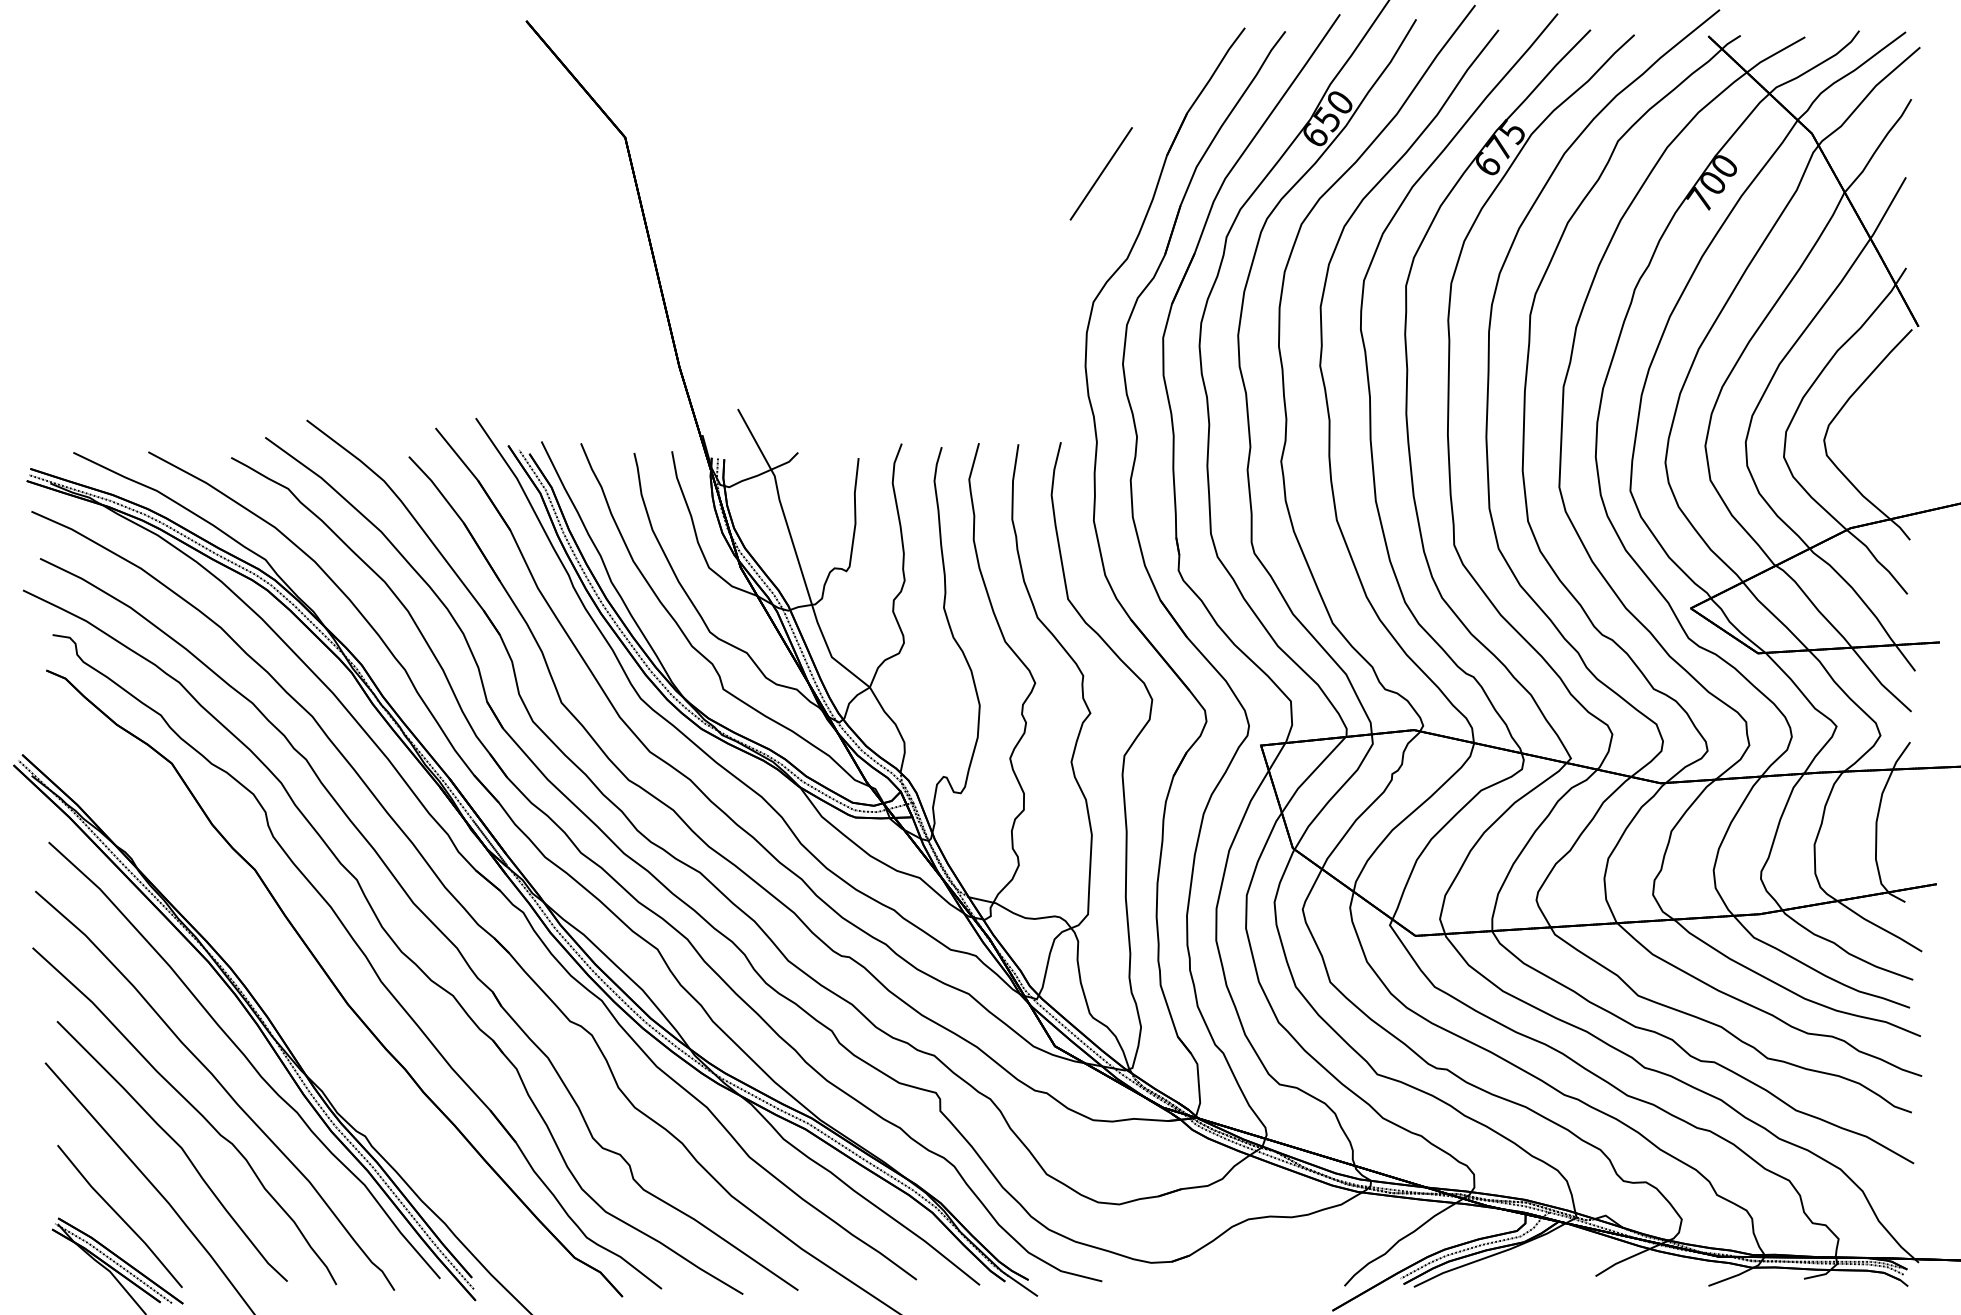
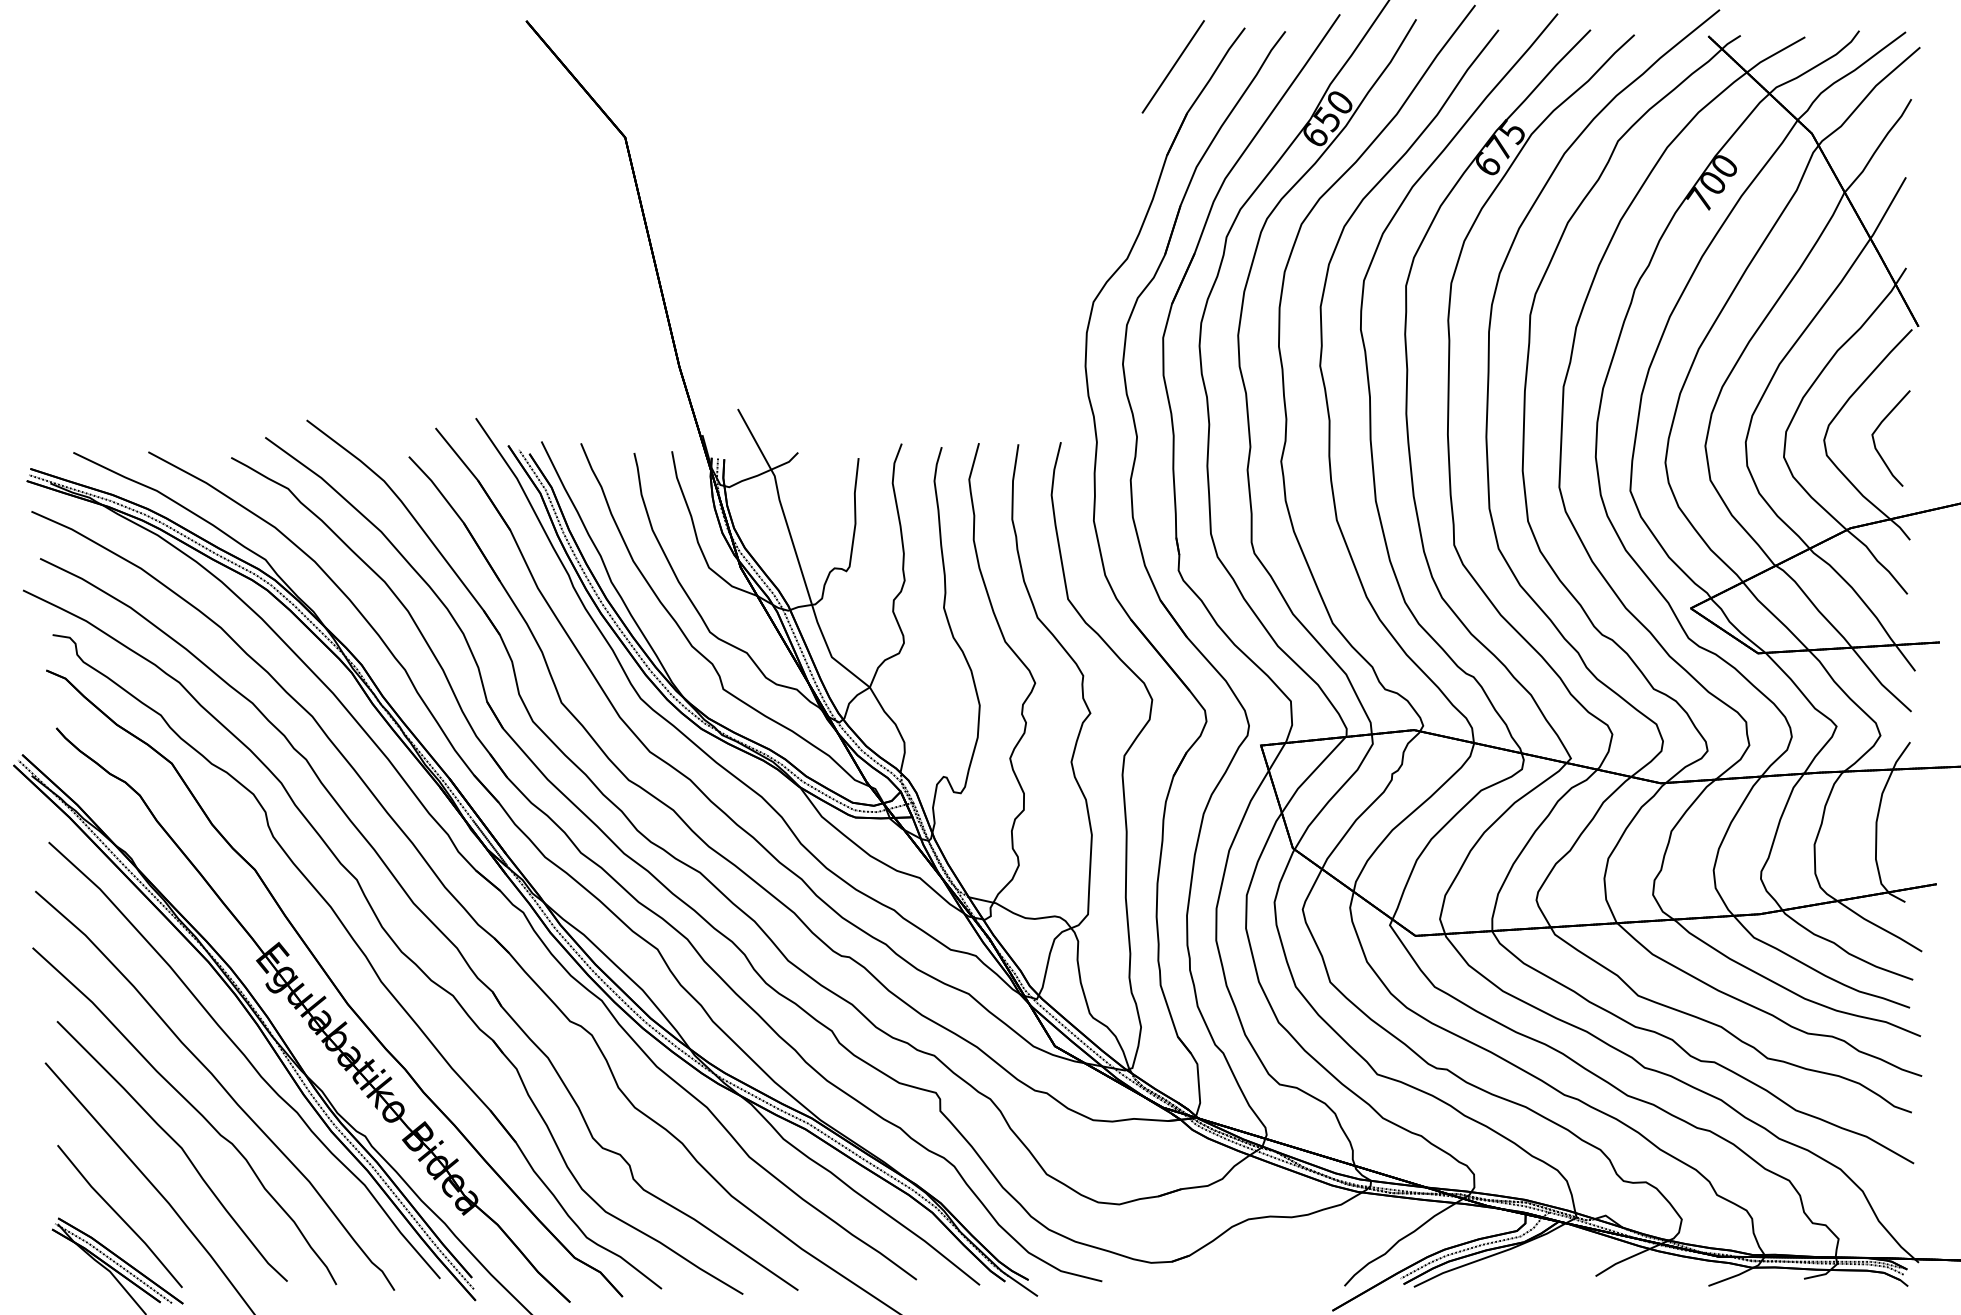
line at (1100, 173) position: (1100, 173) -> (1172, 66)
part at (1878, 428): none -> present
part at (312, 1014): none -> present
